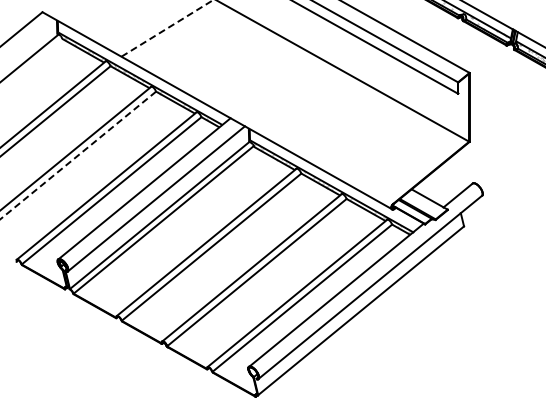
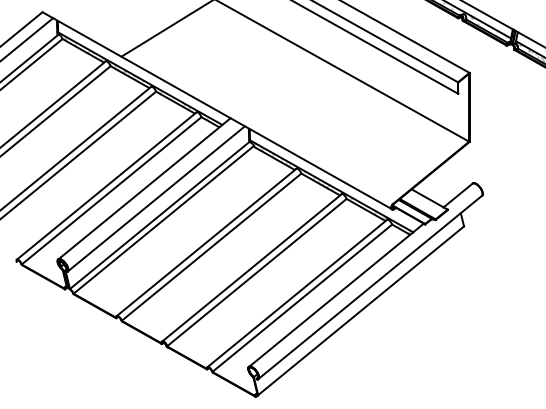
line at (167, 28): dashed -> solid
line at (27, 38): none -> present
line at (32, 63): none -> present
line at (78, 155): dashed -> solid
